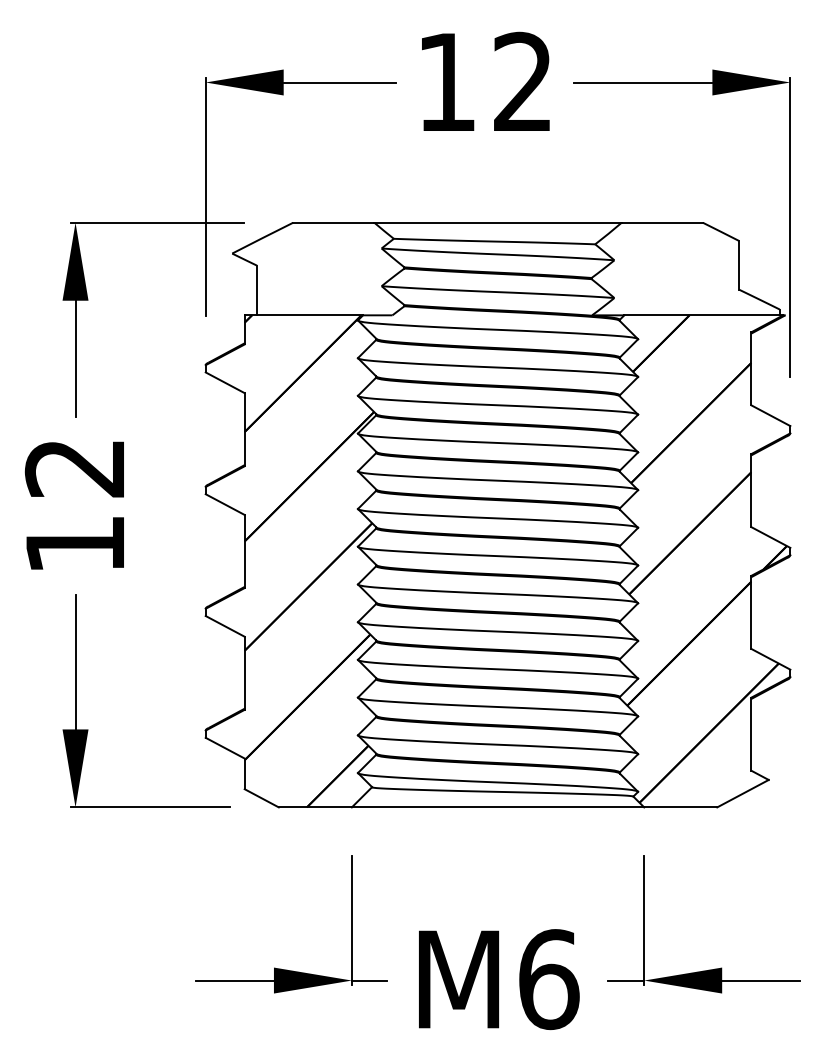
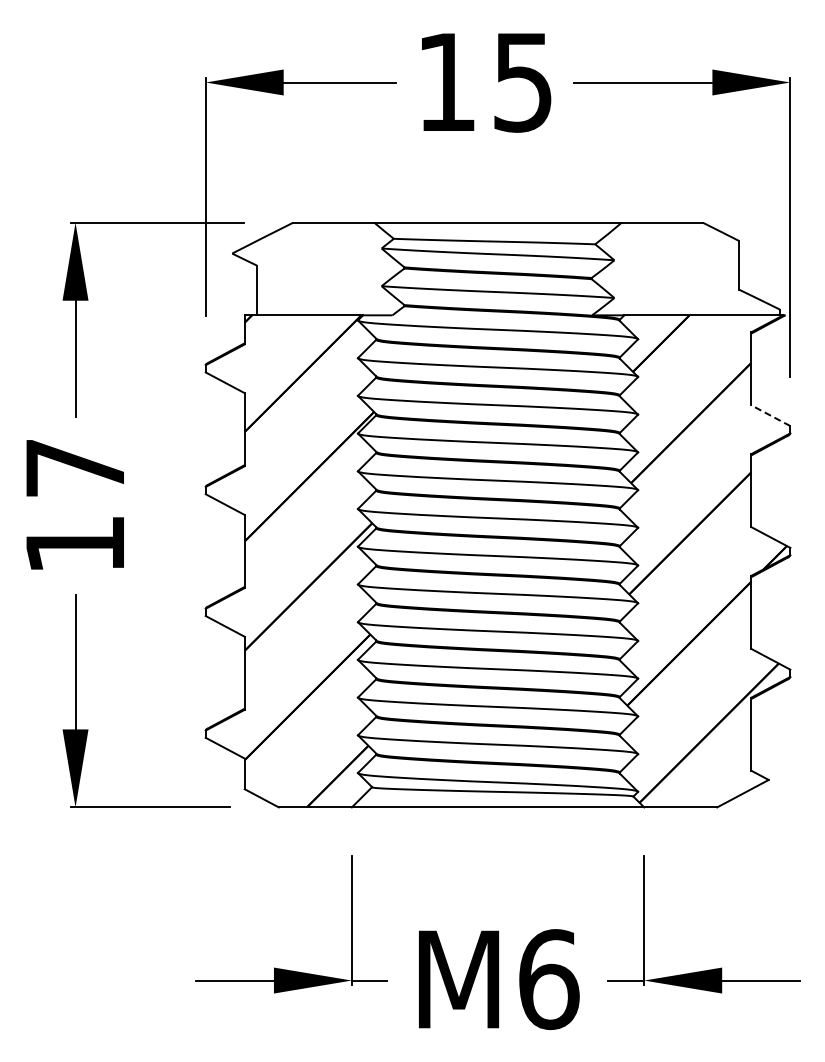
text at (522, 81): 12 -> 15
line at (770, 415): solid -> dashed
text at (73, 468): 12 -> 17
